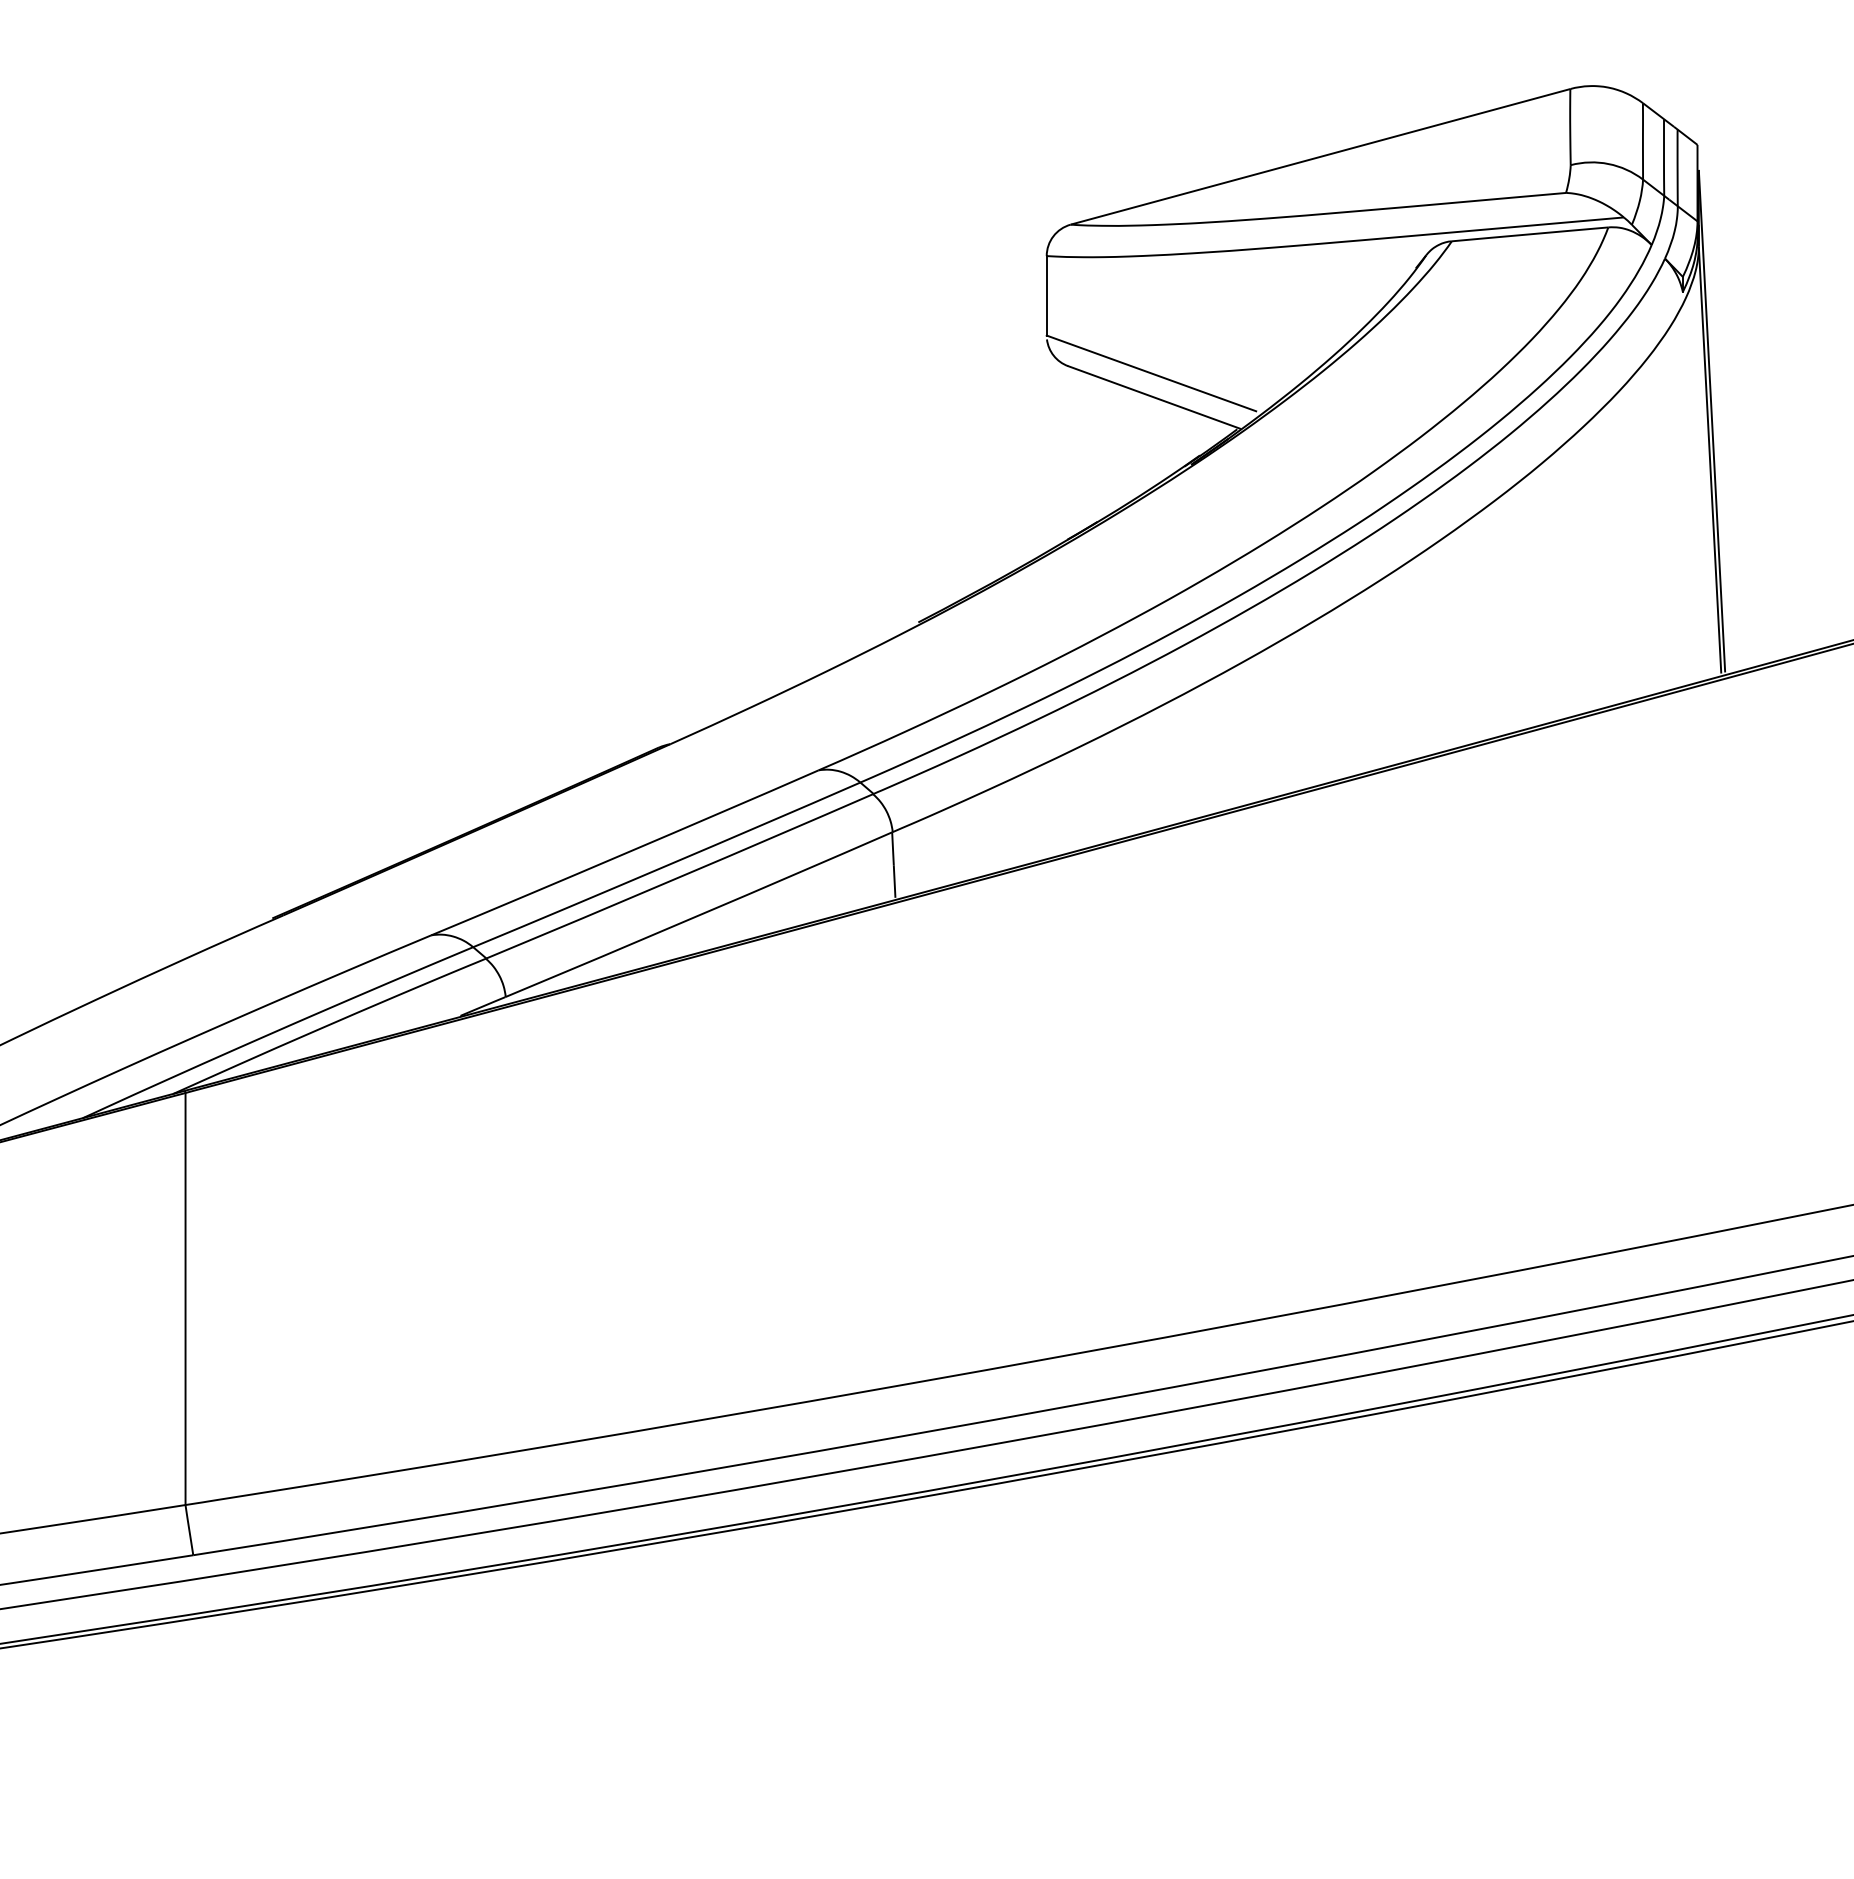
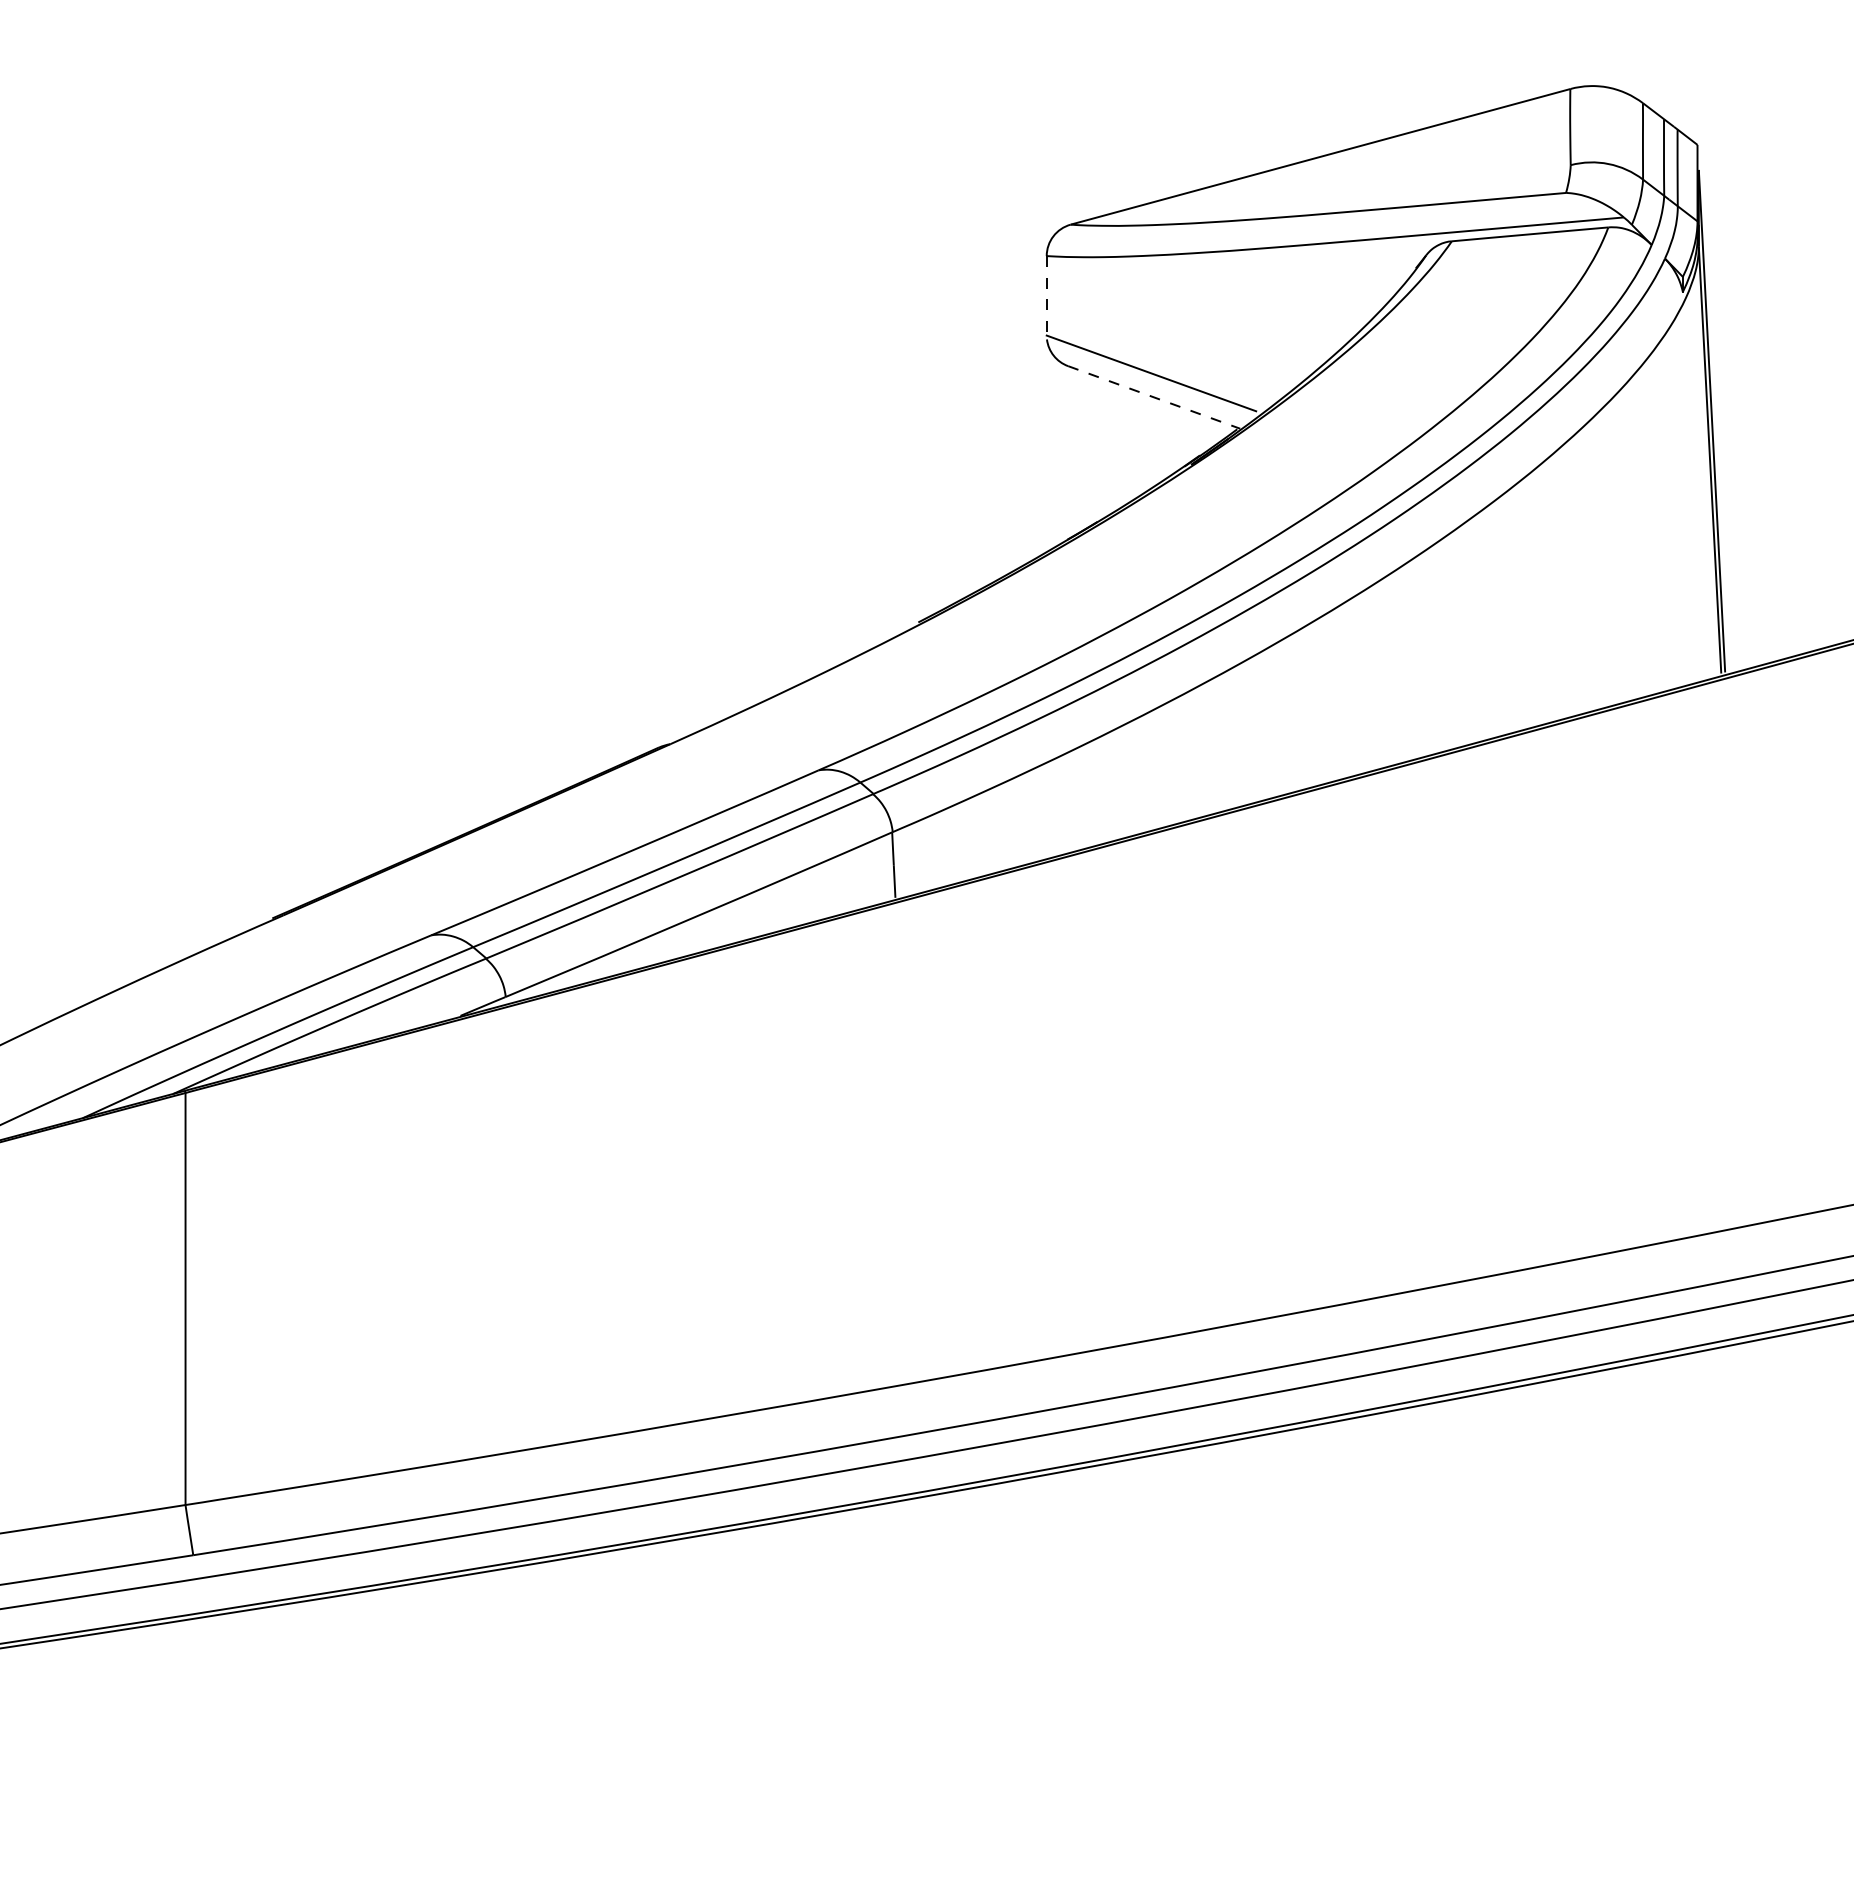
line at (1046, 295): solid -> dashed
line at (1154, 397): solid -> dashed
